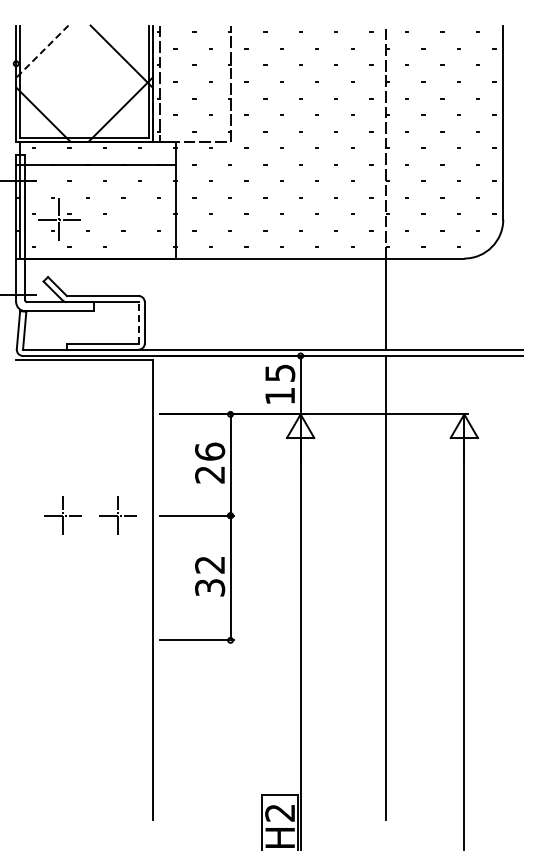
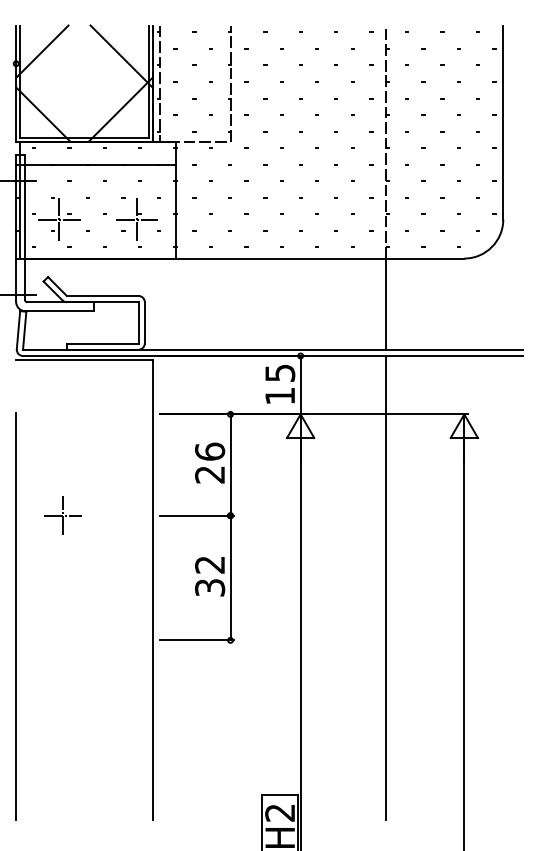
line at (42, 52): dashed -> solid
part at (136, 222): none -> present
line at (138, 322): dashed -> solid
part at (117, 515): present -> none
line at (16, 616): none -> present
